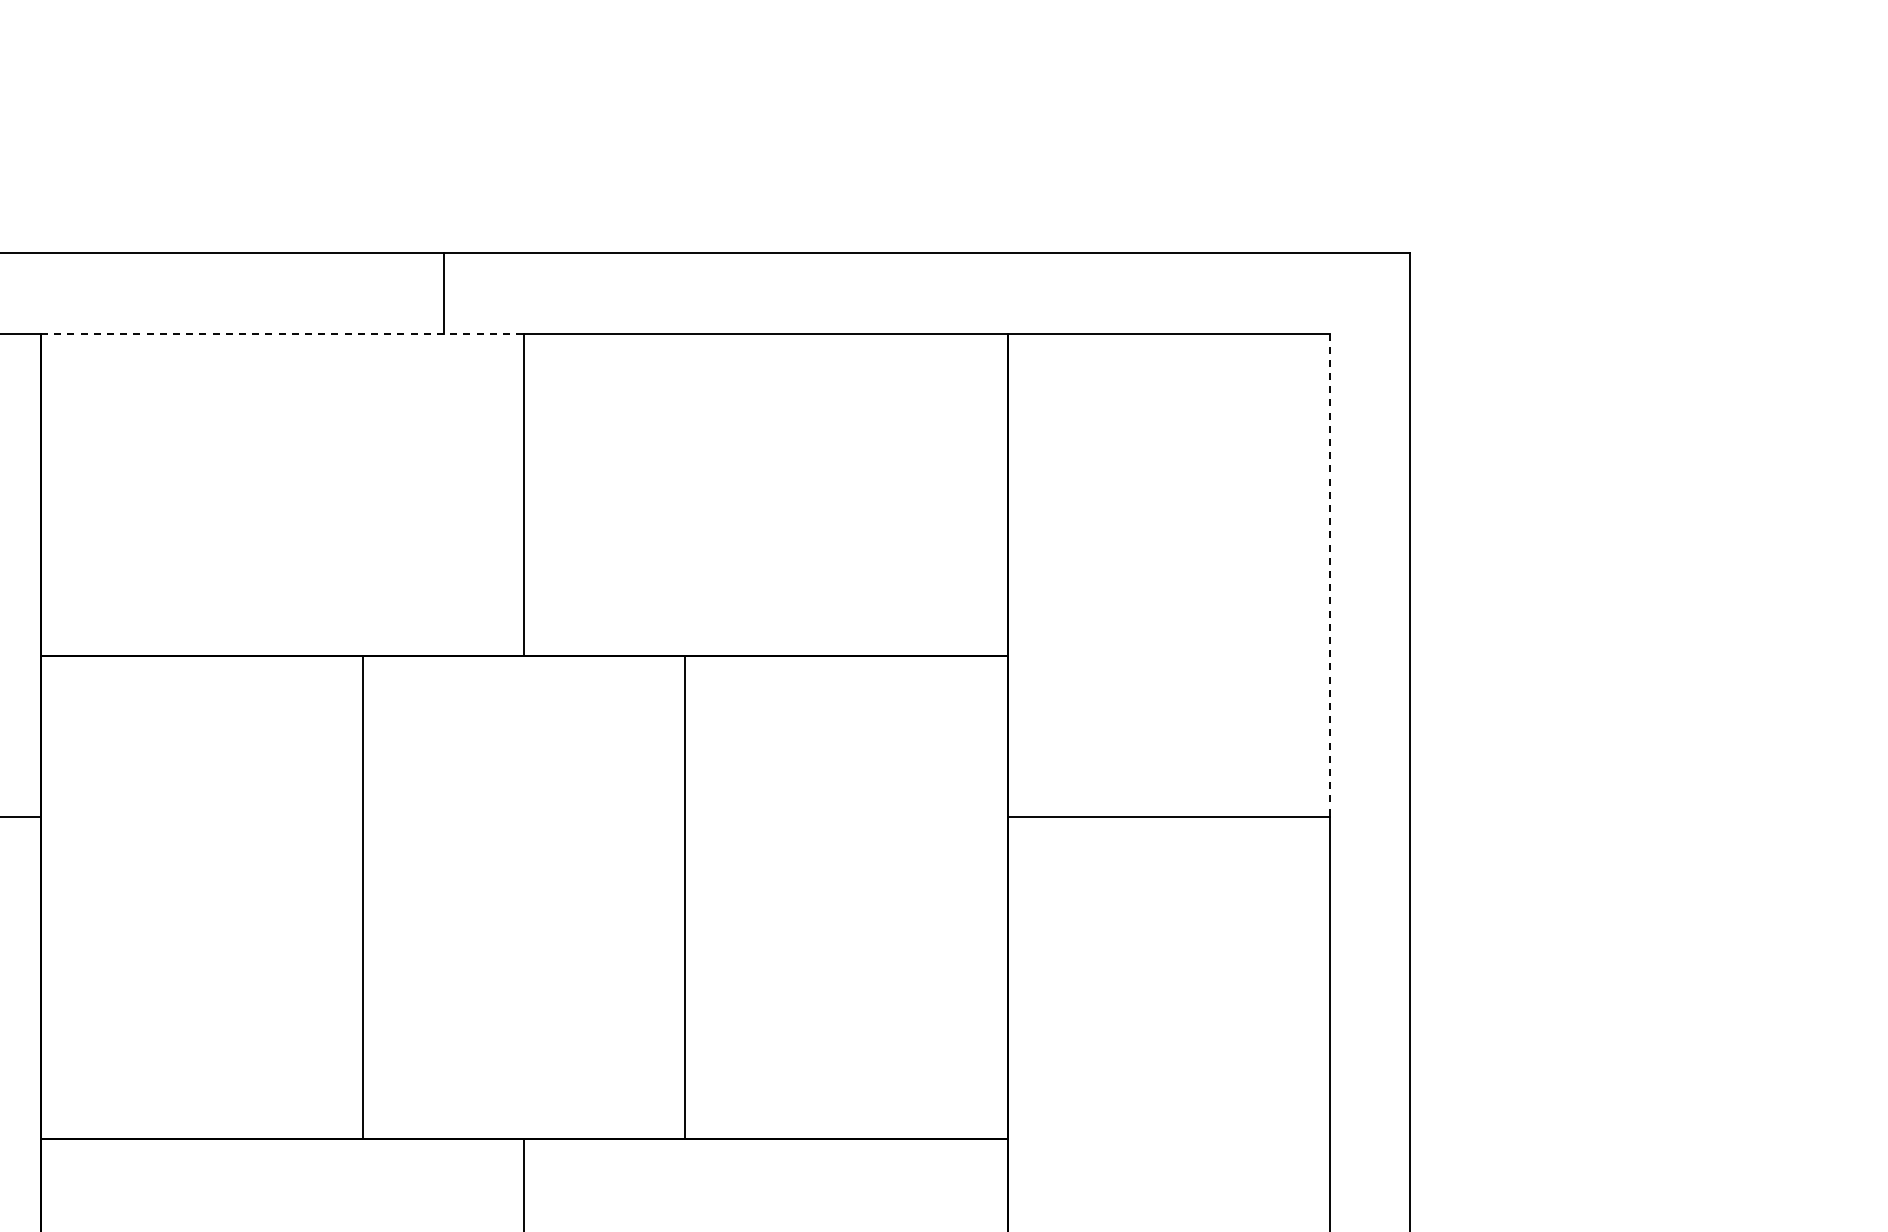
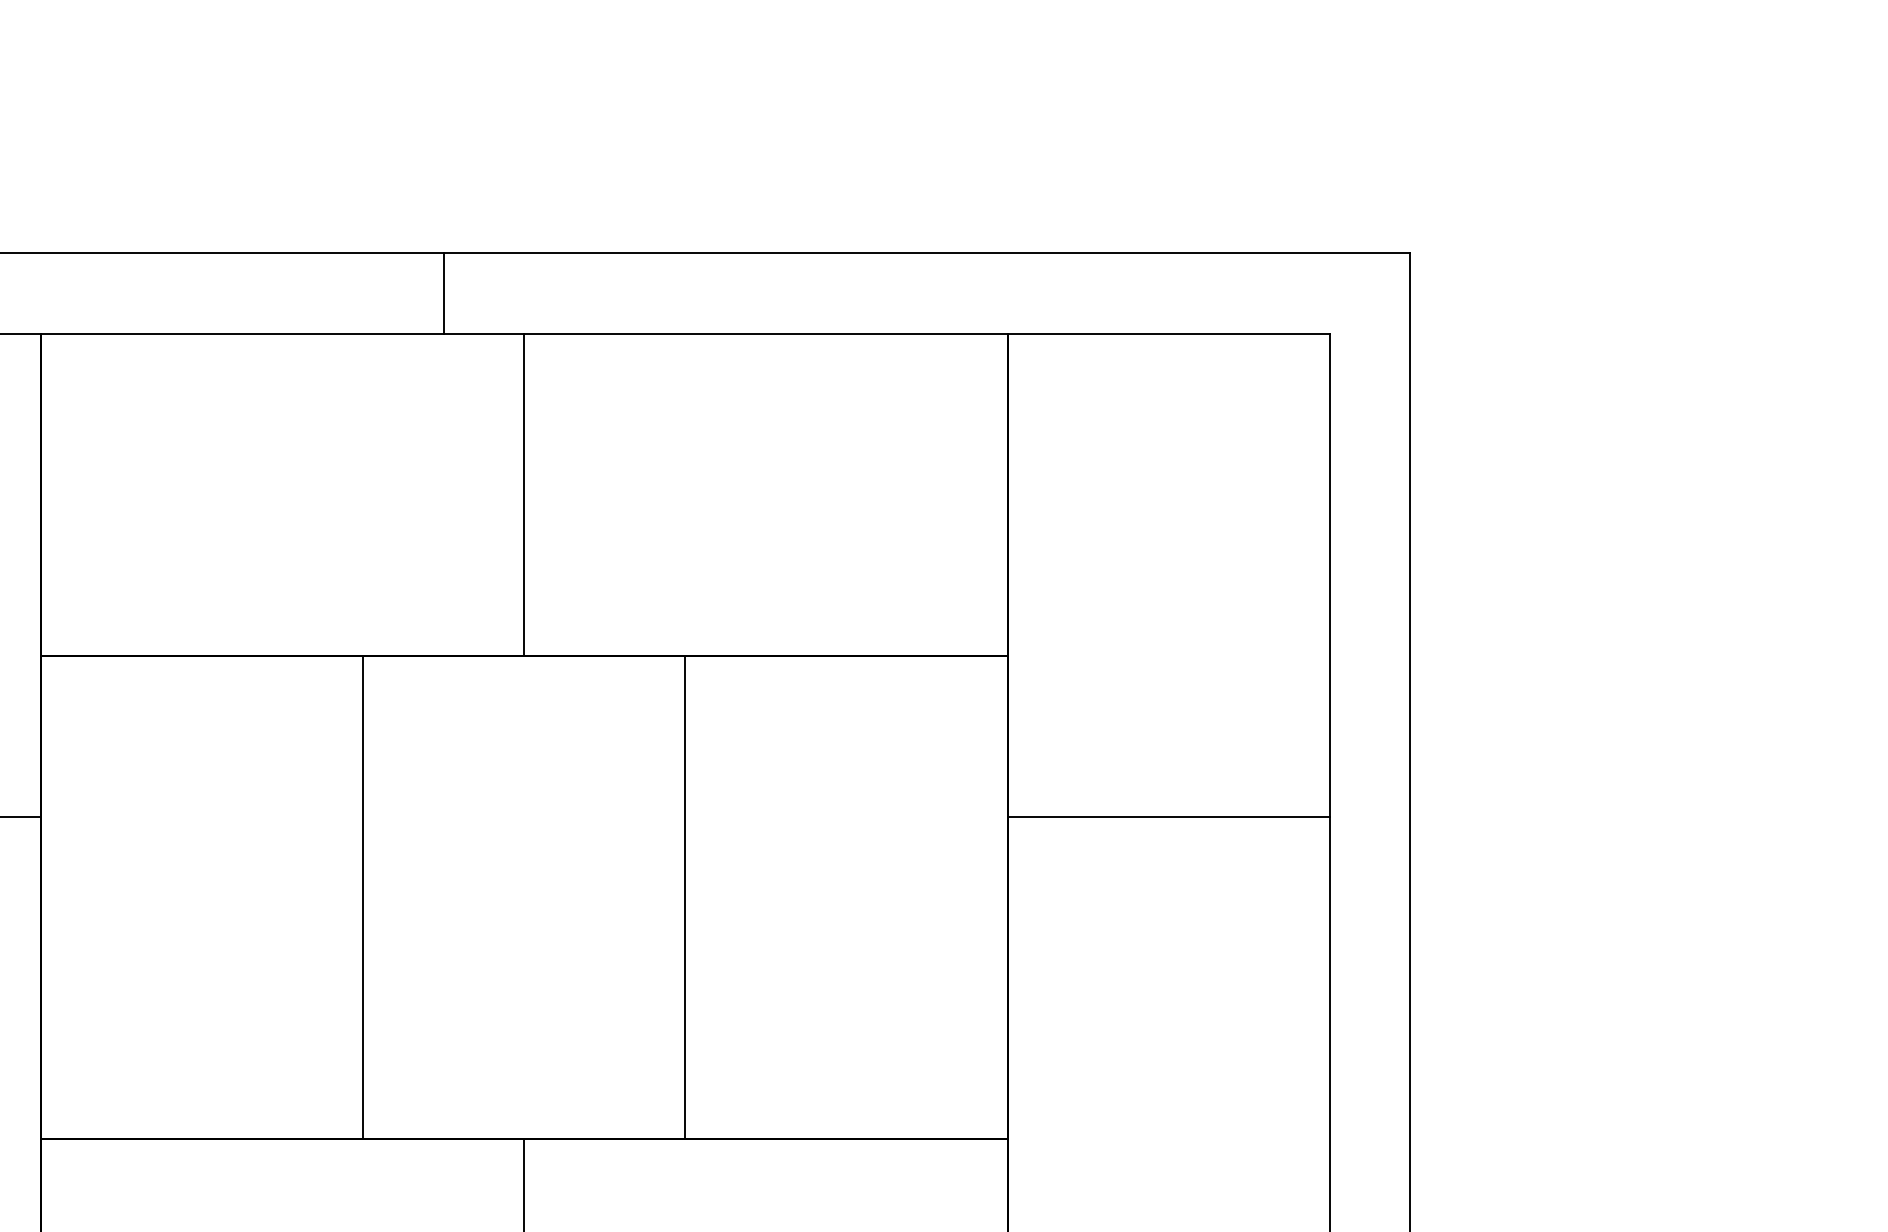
line at (282, 333): dashed -> solid
line at (1329, 575): dashed -> solid
